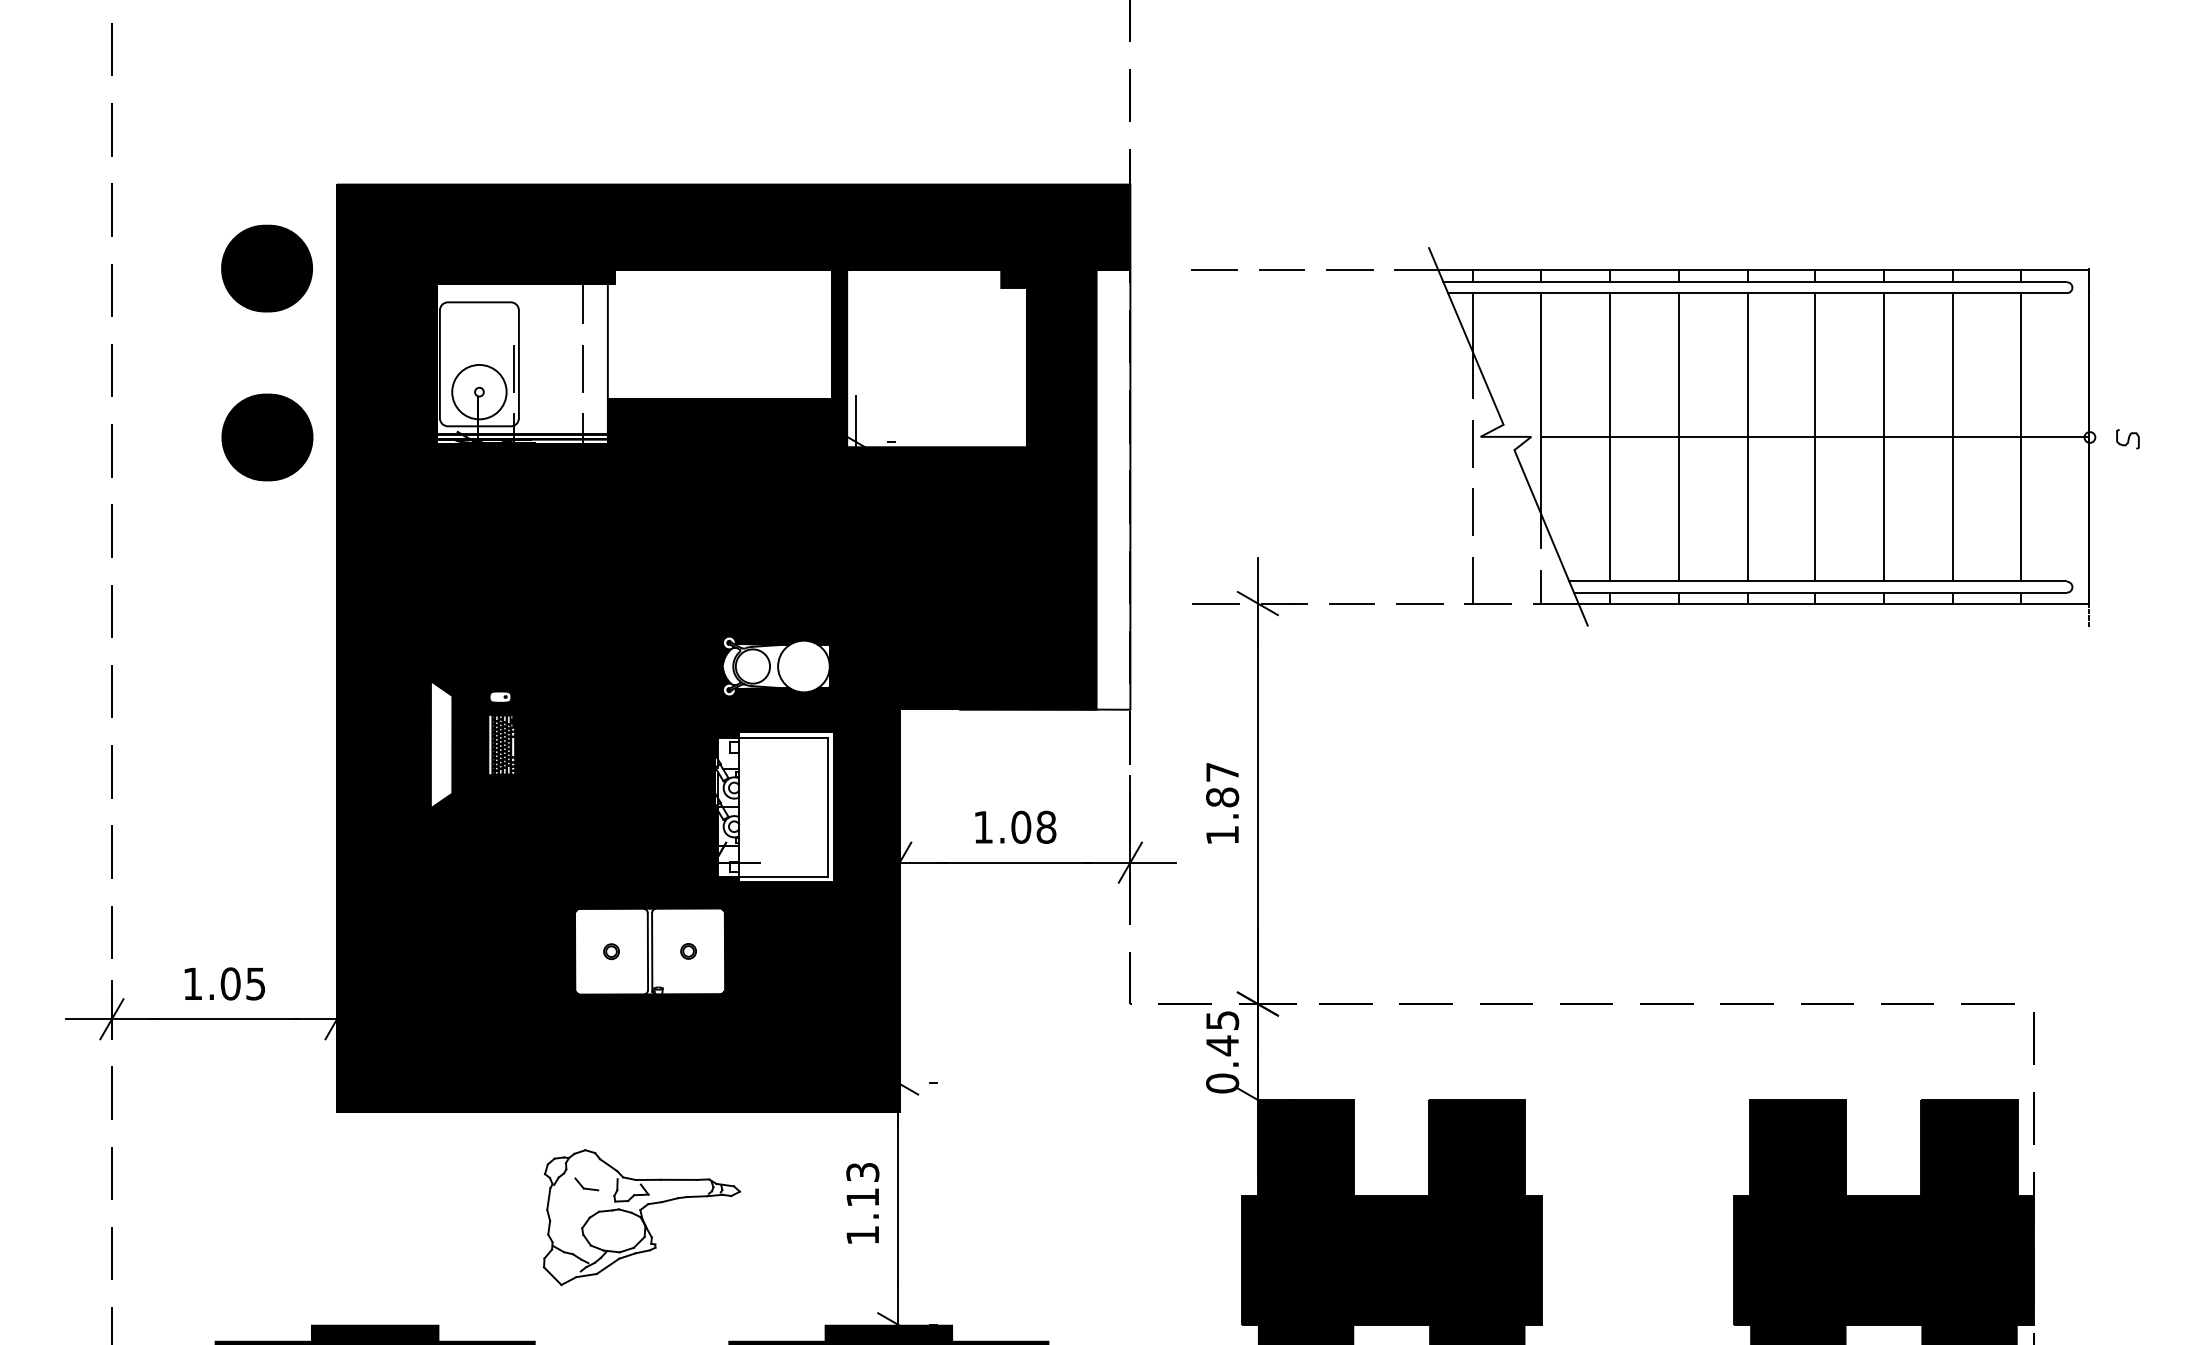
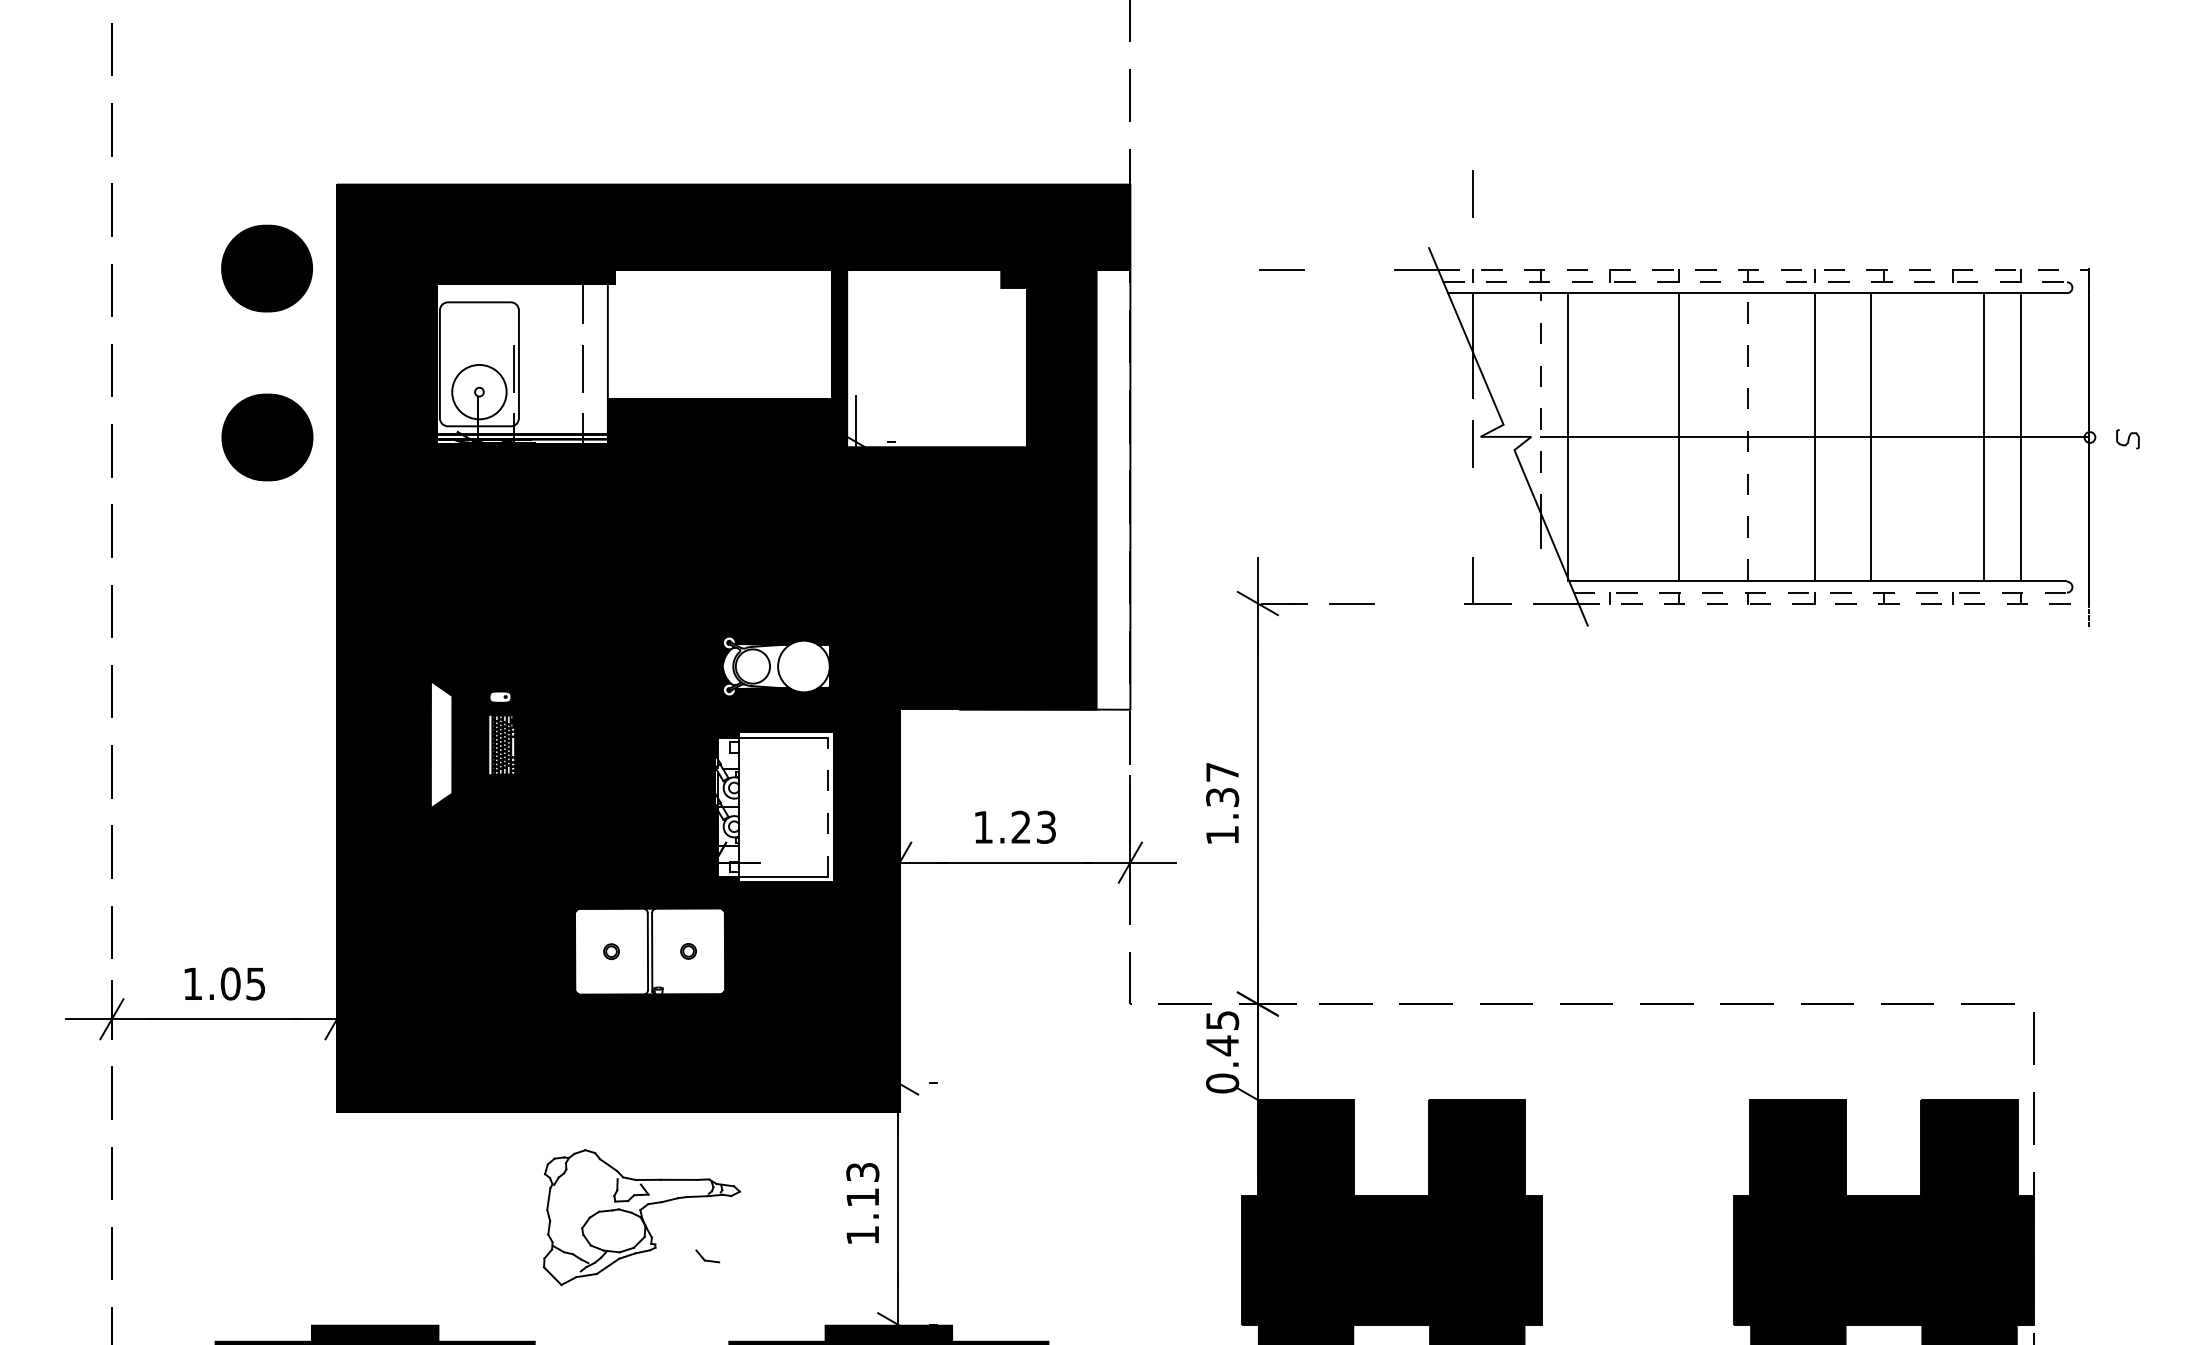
line at (1349, 269): present -> none
line at (1214, 270): present -> none
line at (1764, 270): solid -> dashed
line at (1754, 282): solid -> dashed
line at (1541, 403): solid -> dashed
line at (1609, 436) position: (1609, 436) -> (1567, 436)
line at (1747, 436): solid -> dashed
line at (1884, 436) position: (1884, 436) -> (1871, 436)
line at (1952, 436) position: (1952, 436) -> (1983, 436)
line at (1472, 511) position: (1472, 511) -> (1472, 193)
line at (1541, 586): present -> none
line at (1820, 592): solid -> dashed
line at (1216, 603): present -> none
line at (1420, 603): present -> none
line at (1834, 603): solid -> dashed
text at (1222, 797): 1.87 -> 1.37
line at (828, 807): solid -> dashed
text at (1033, 826): 1.08 -> 1.23
part at (586, 1184) position: (586, 1184) -> (707, 1256)
